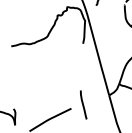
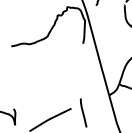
line at (83, 104) position: (83, 104) -> (83, 112)
